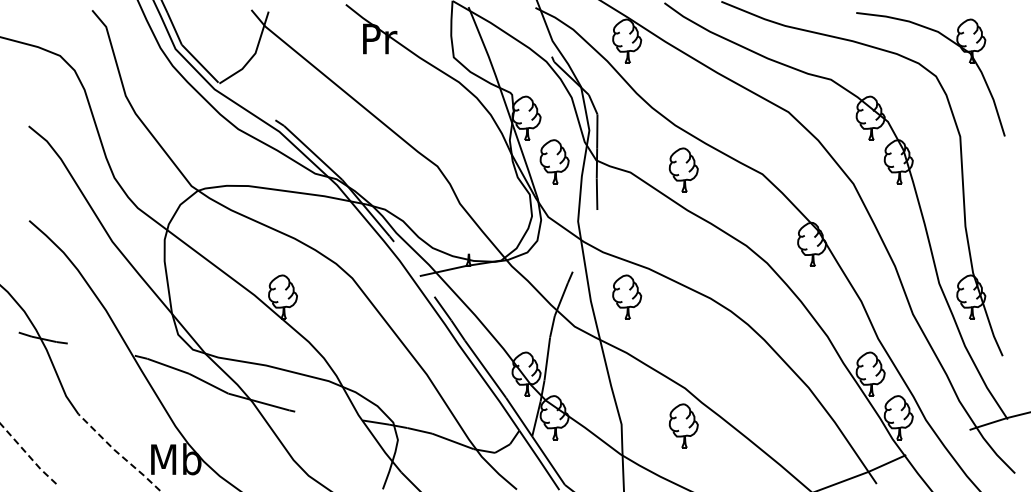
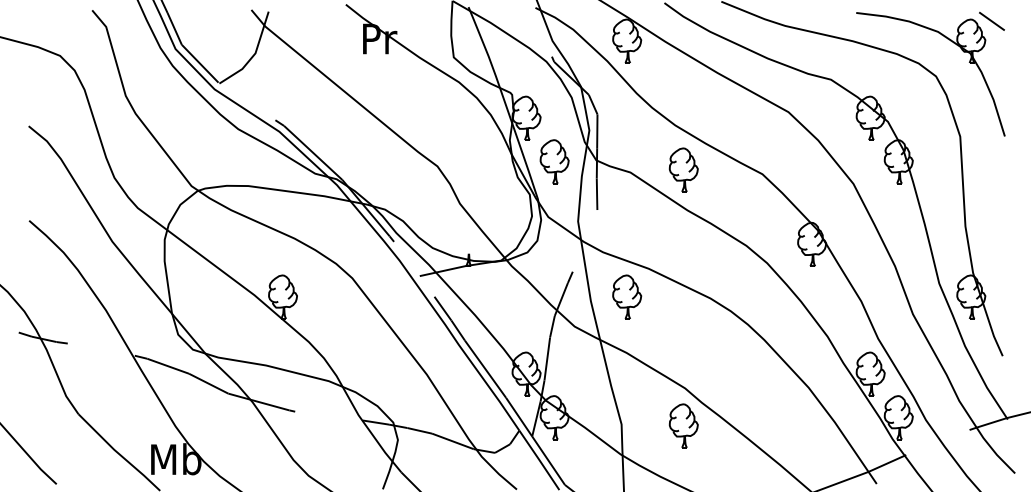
line at (991, 20): none -> present
line at (118, 453): dashed -> solid
line at (28, 455): dashed -> solid
